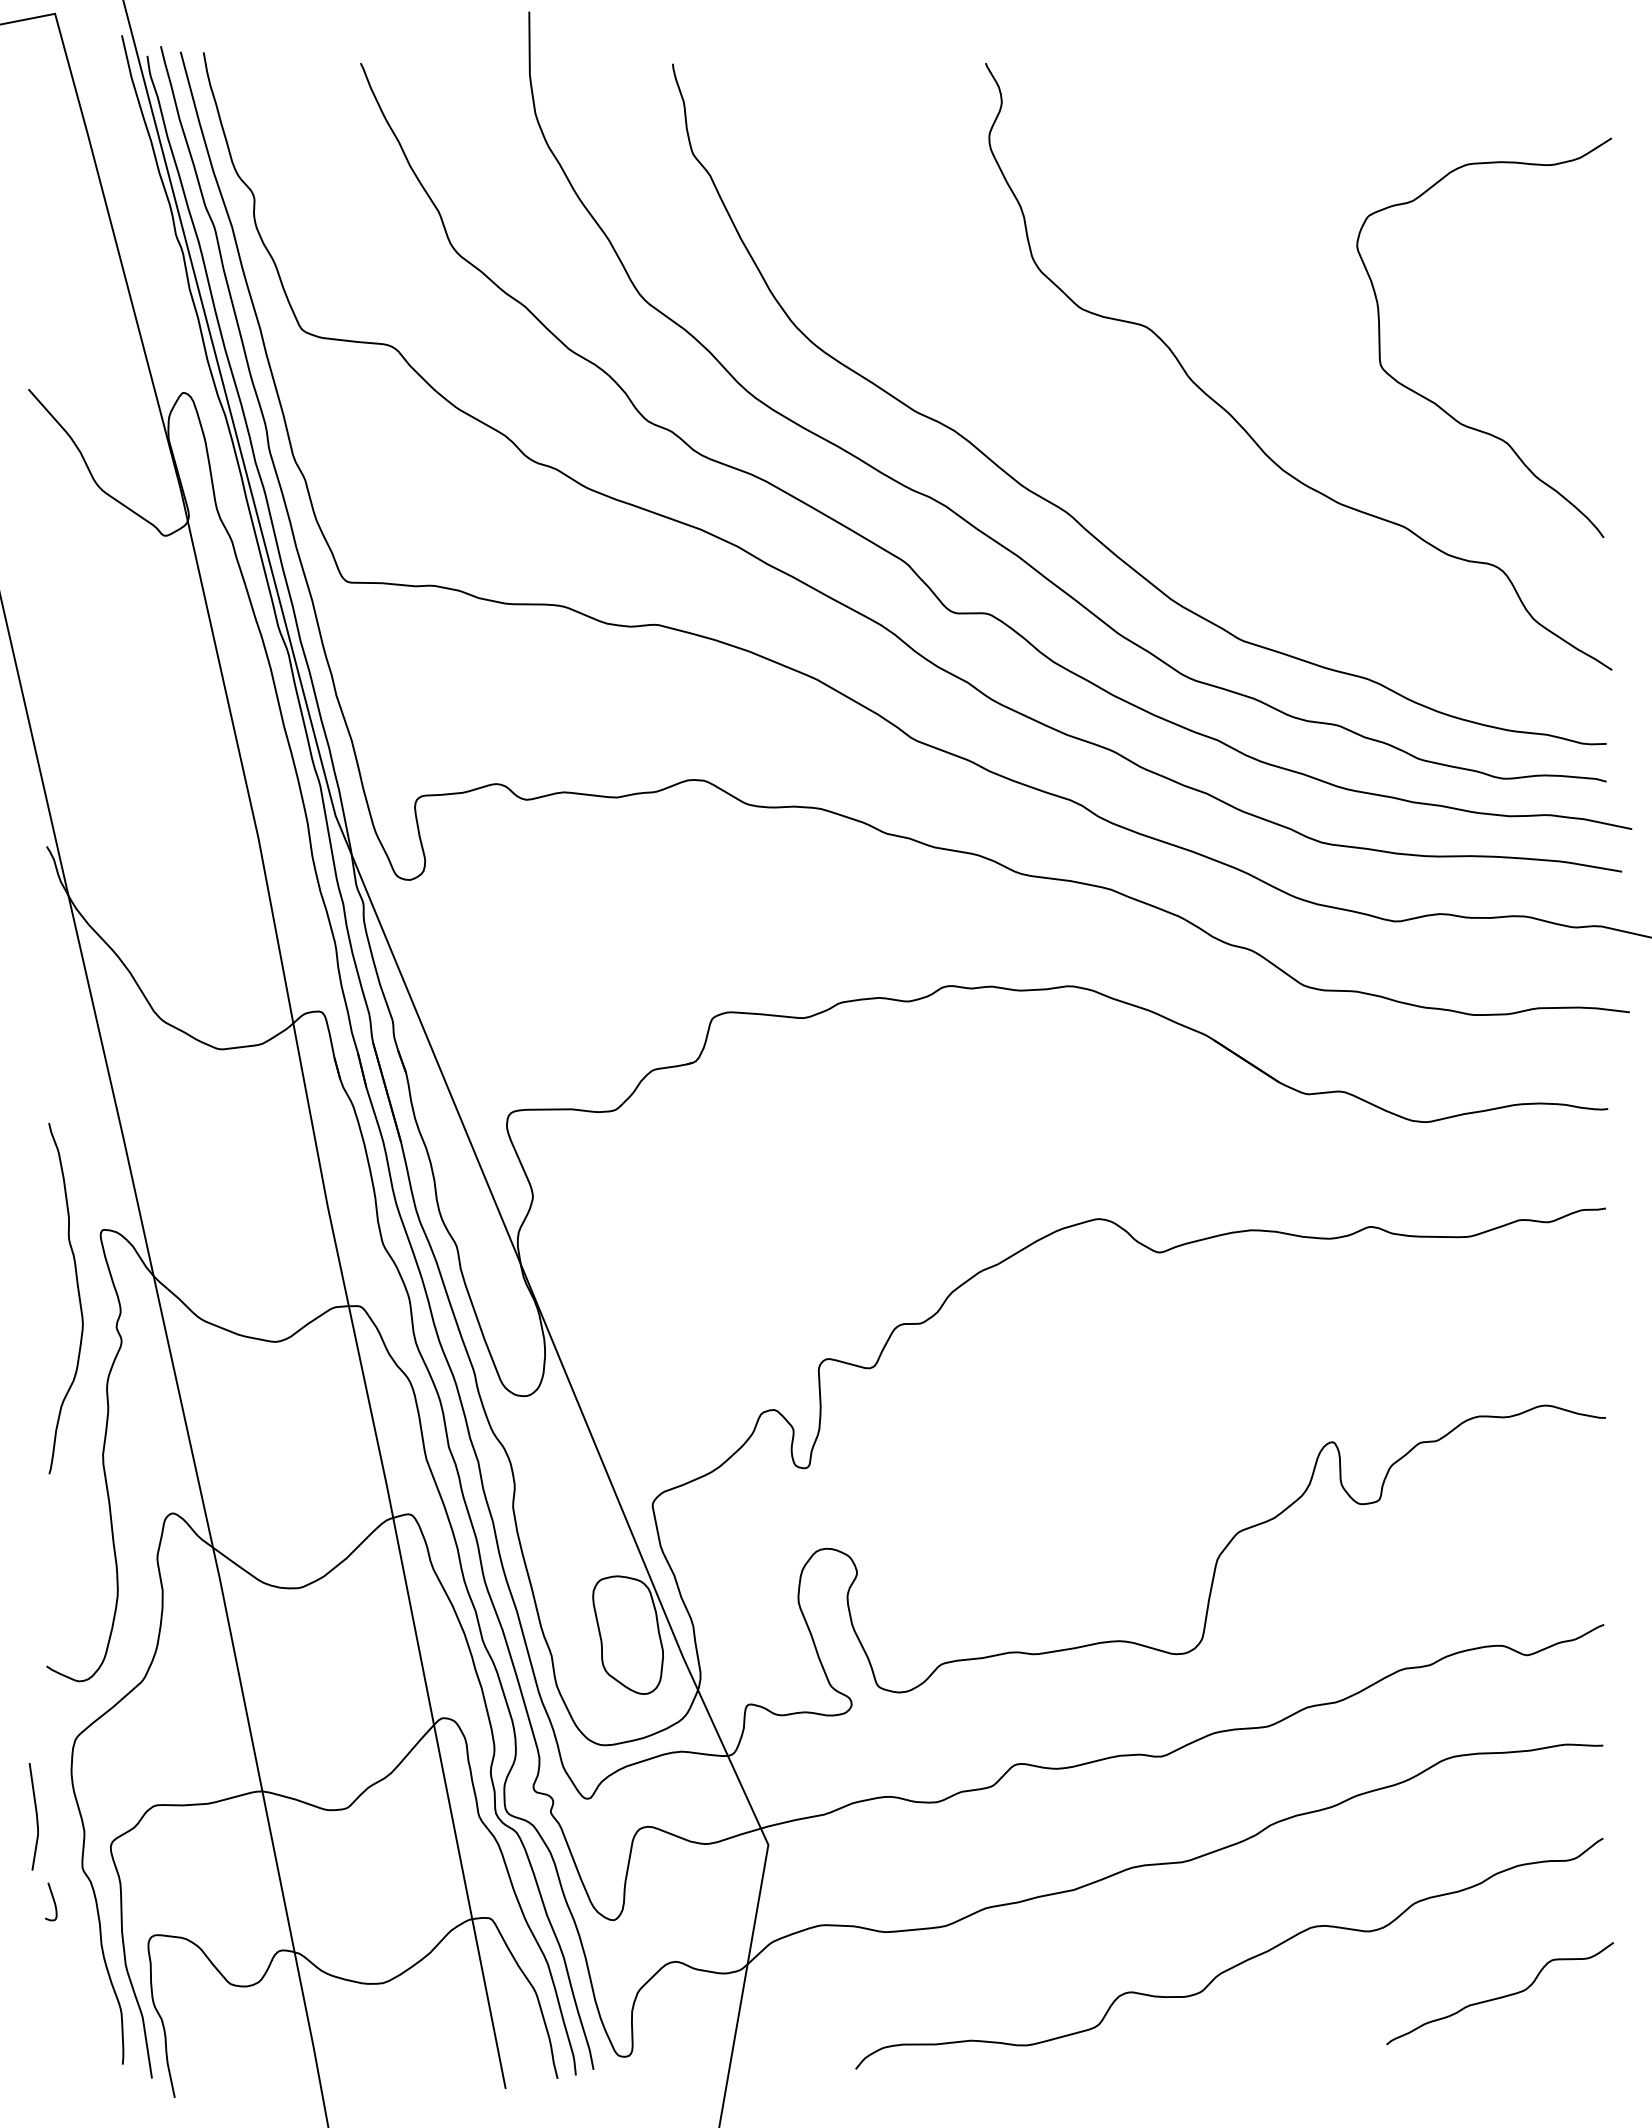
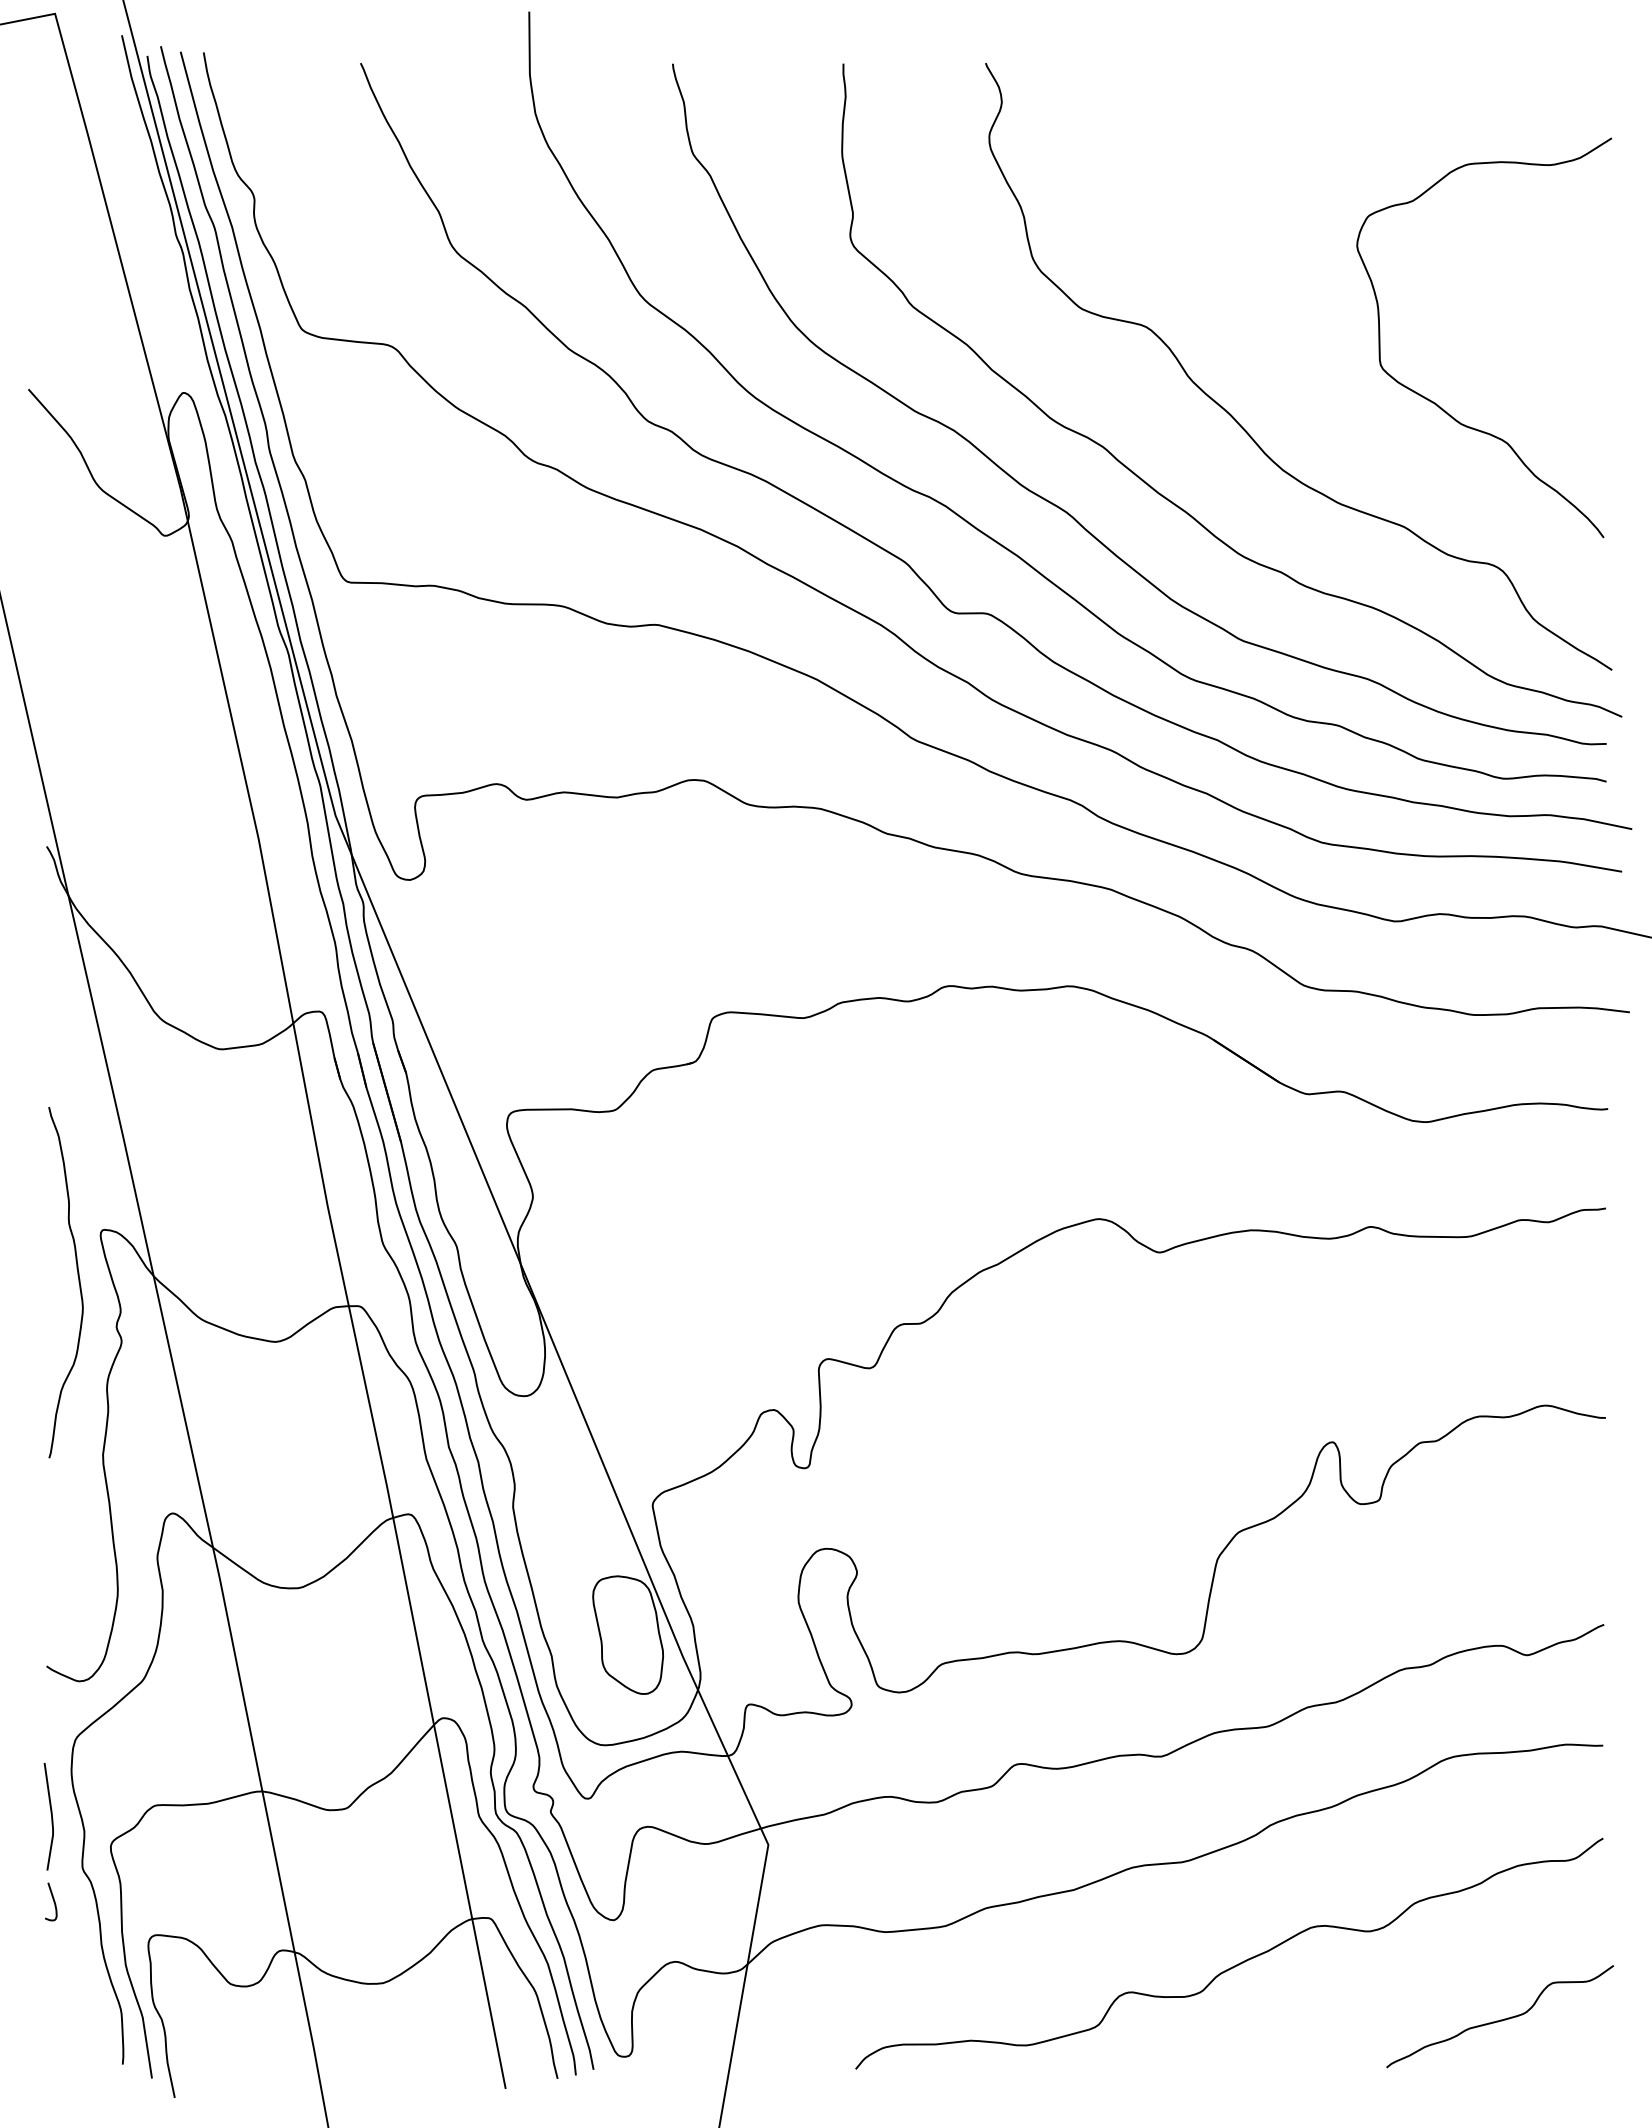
curve at (1153, 487): none -> present
curve at (78, 1298) position: (78, 1298) -> (78, 1282)
line at (36, 1816) position: (36, 1816) -> (51, 1816)
curve at (1500, 1996) position: (1500, 1996) -> (1500, 2019)
